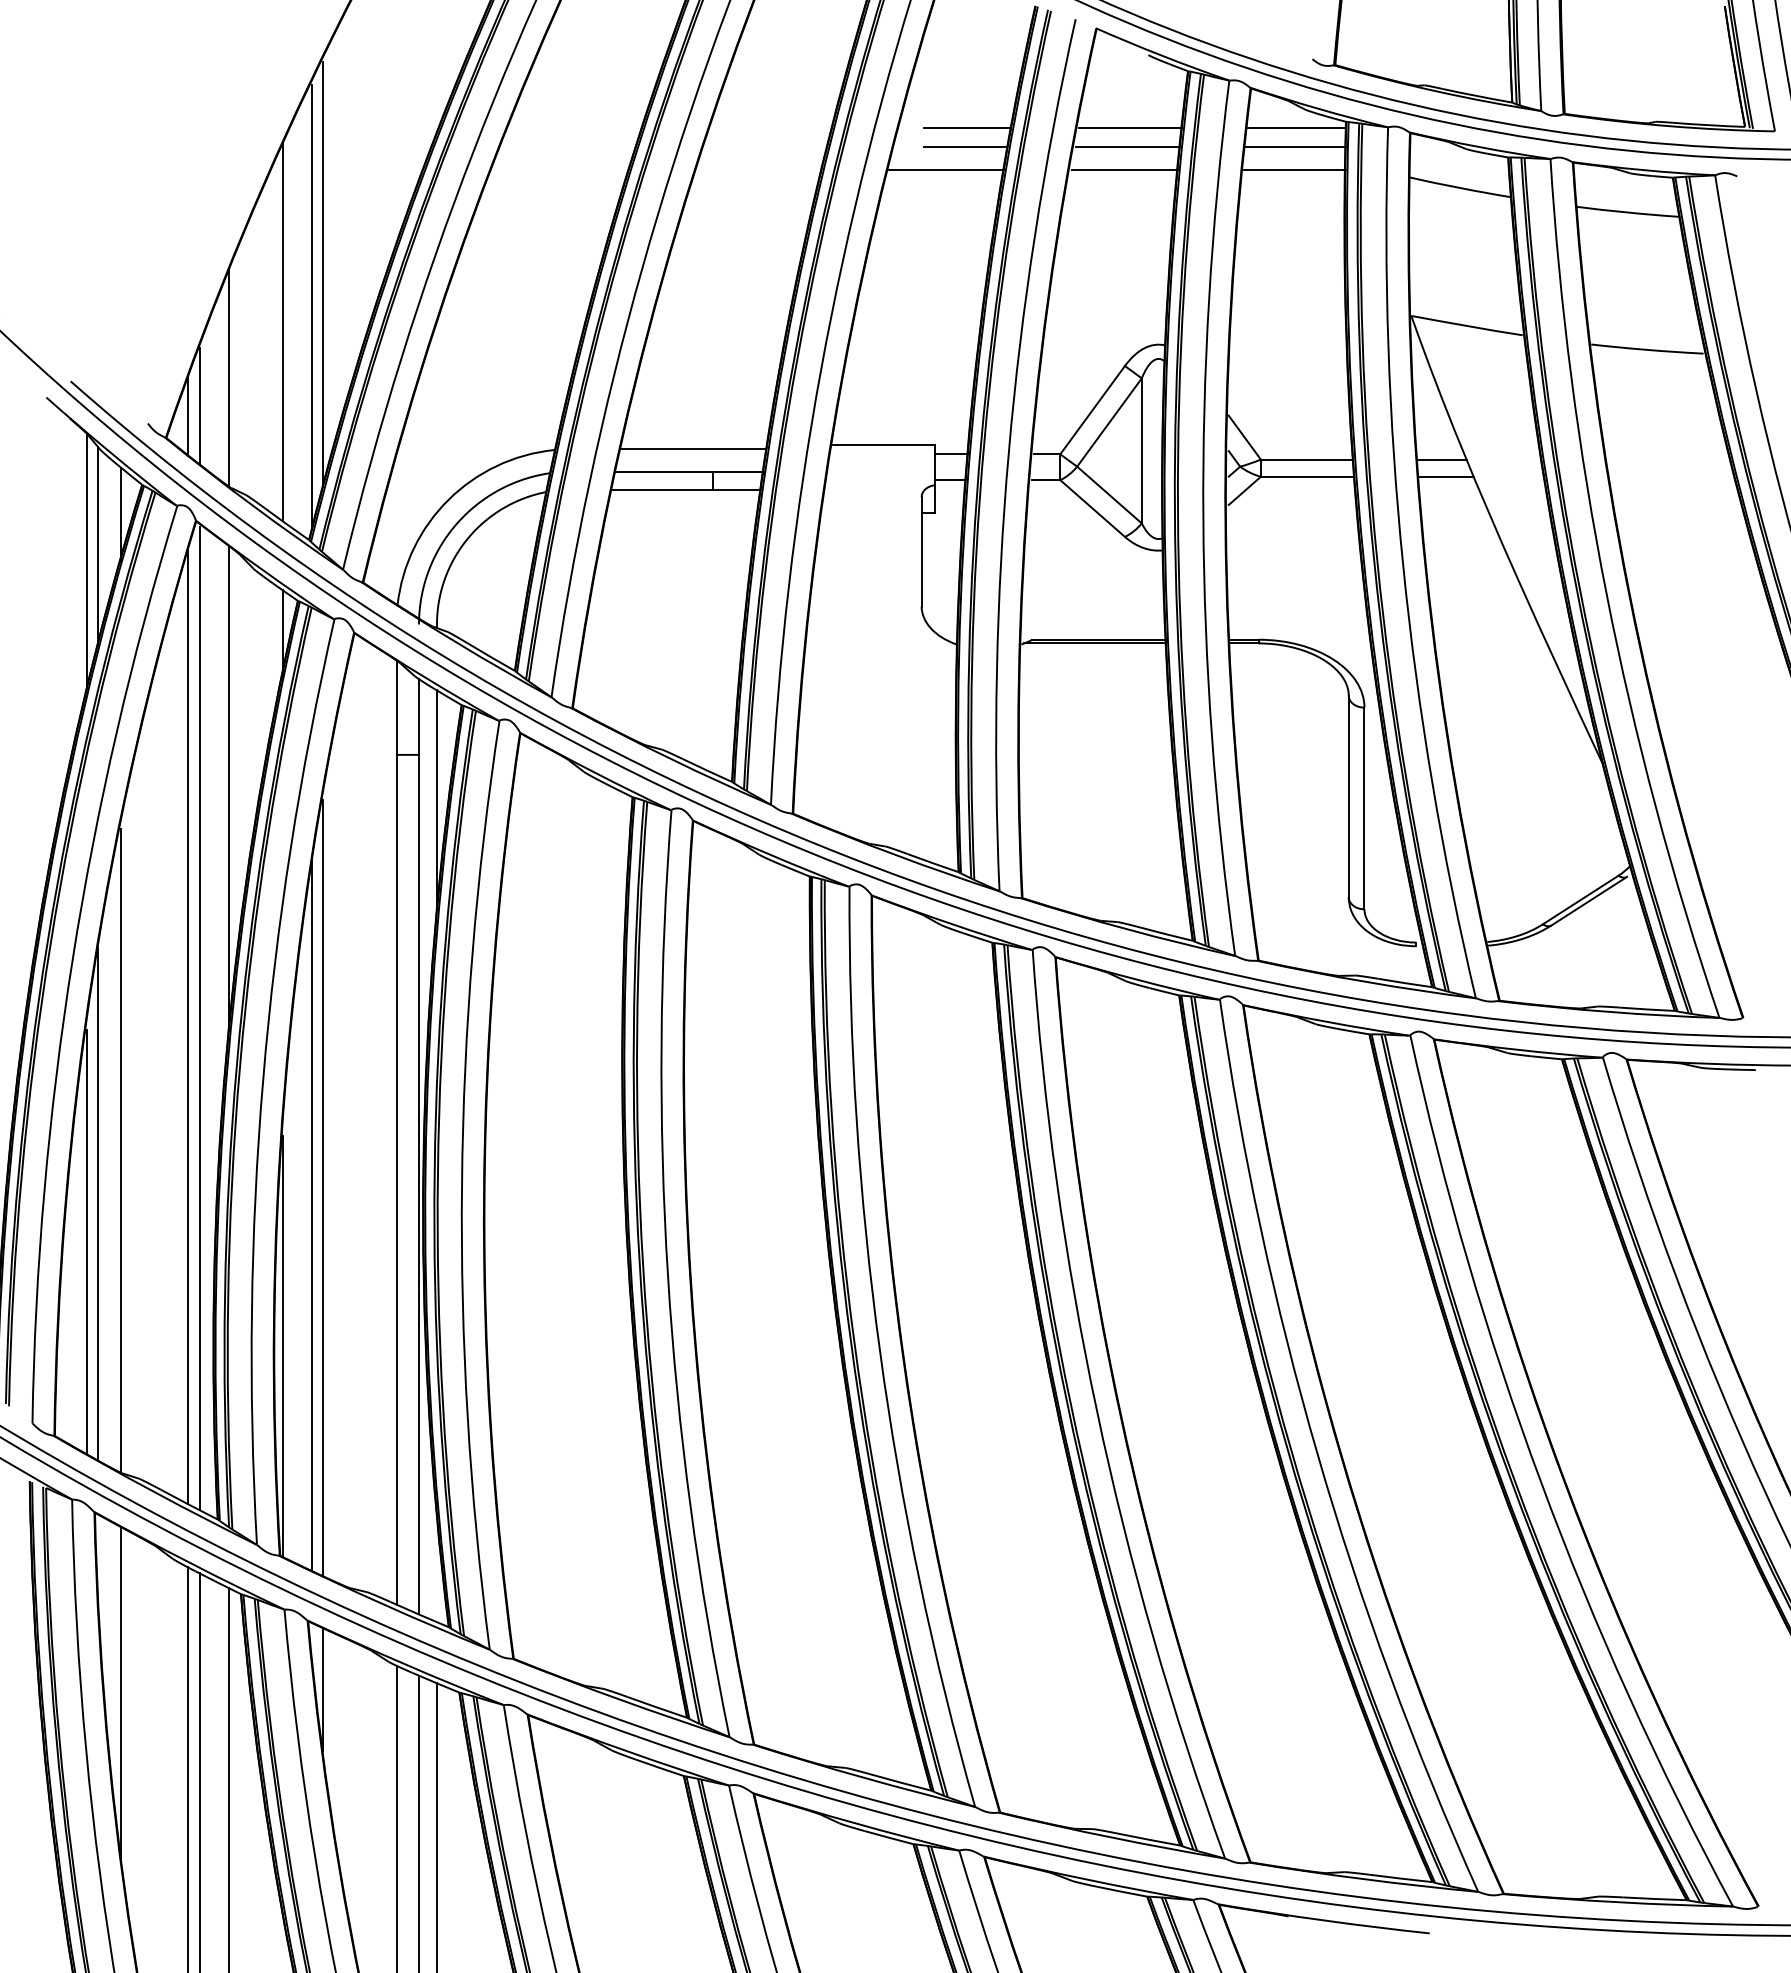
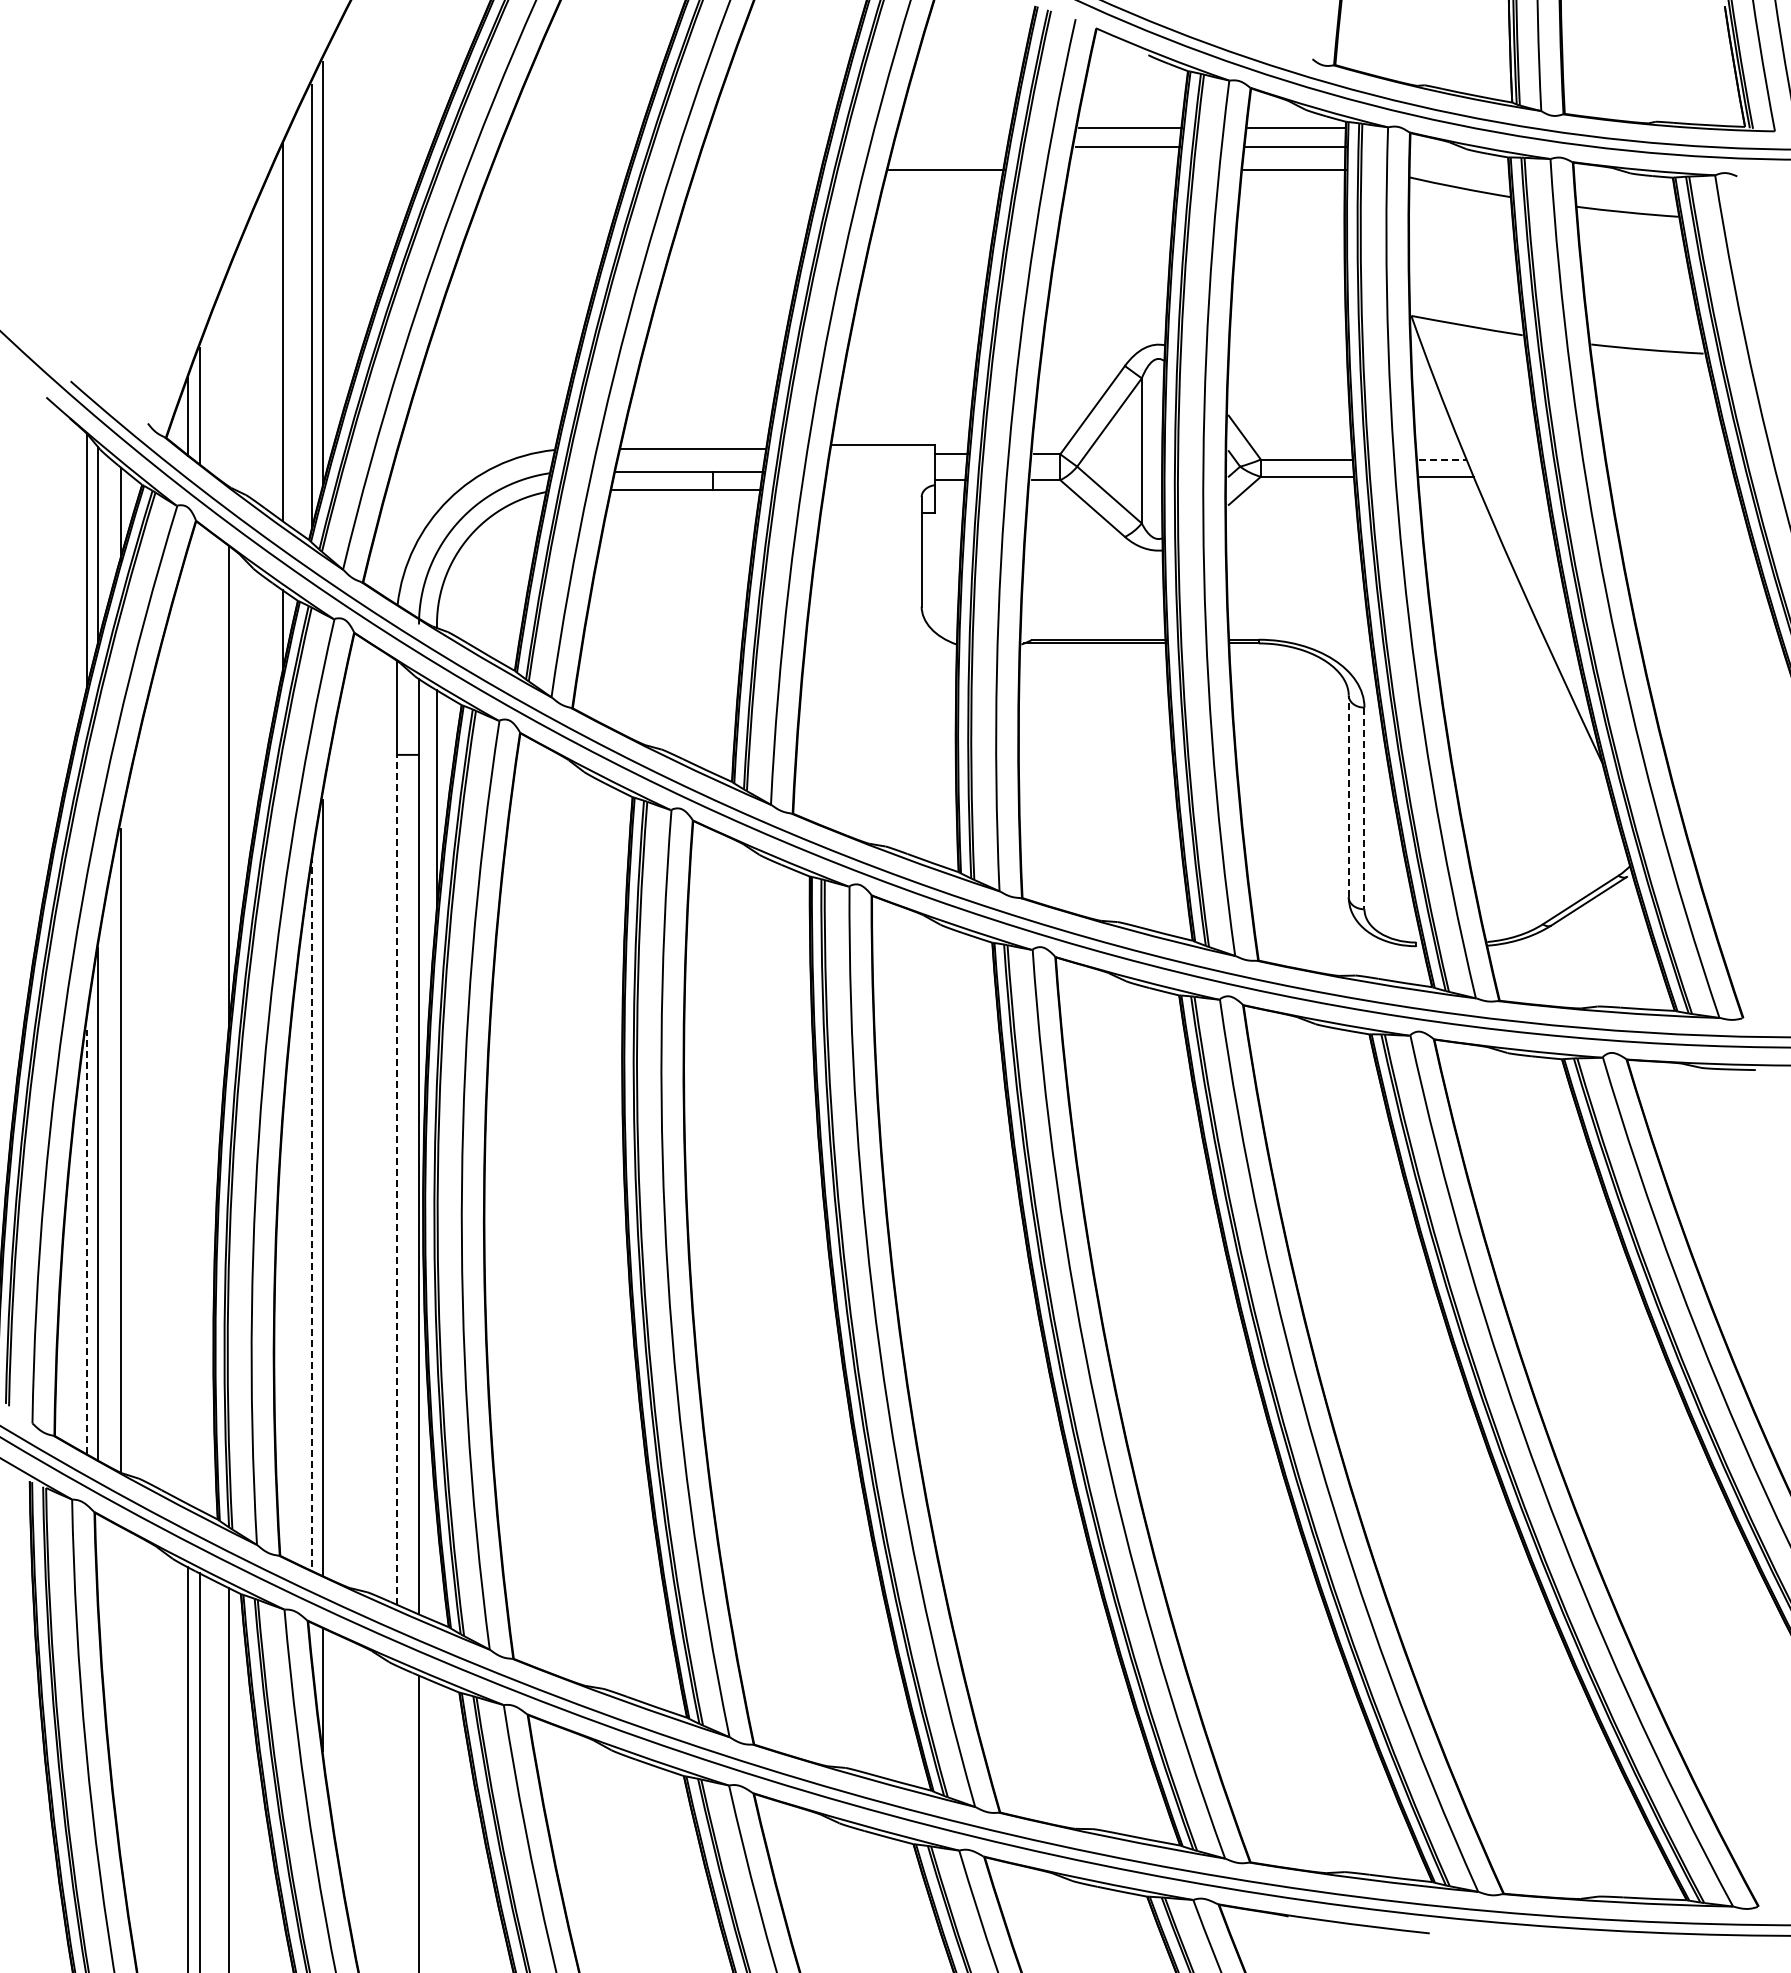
line at (967, 128): present -> none
line at (965, 147): present -> none
line at (1124, 169): present -> none
line at (228, 378): present -> none
line at (1442, 459): solid -> dashed
line at (1348, 796): solid -> dashed
line at (1364, 808): solid -> dashed
line at (199, 1018): present -> none
line at (188, 1027): present -> none
line at (396, 1179): solid -> dashed
line at (312, 1213): solid -> dashed
line at (86, 1241): solid -> dashed
line at (282, 1346): present -> none
line at (120, 1692): present -> none
line at (396, 1817): present -> none
line at (436, 1826): present -> none
